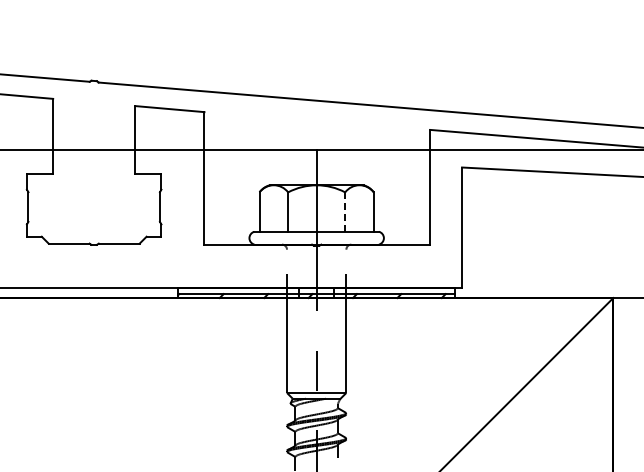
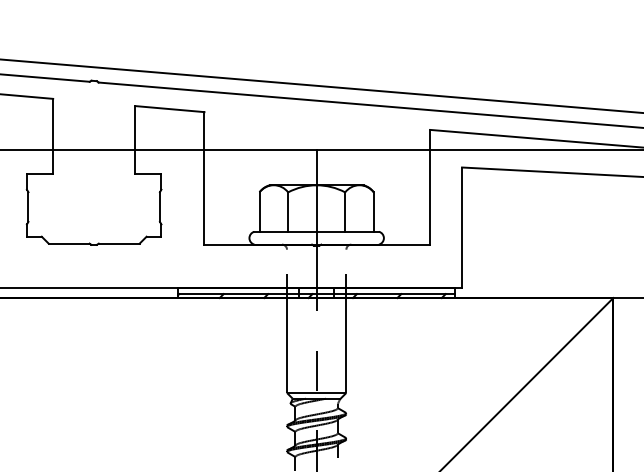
line at (321, 85): none -> present
line at (345, 212): dashed -> solid
